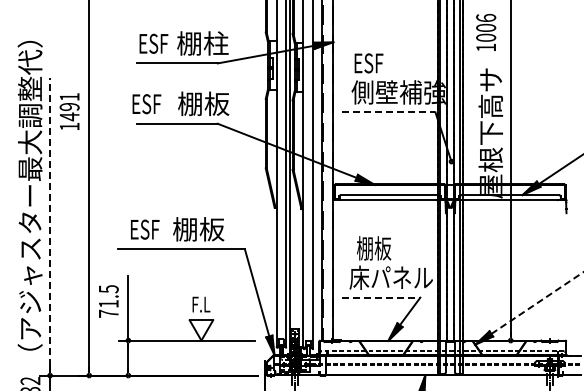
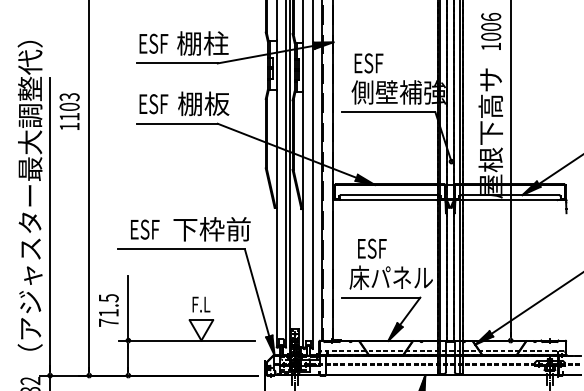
text at (486, 32) position: (486, 32) -> (491, 31)
text at (146, 104) position: (146, 104) -> (153, 104)
text at (69, 107): 1491 -> 1103
line at (388, 112): dashed -> solid
line at (50, 222): dashed -> solid
text at (211, 229): 棚板 -> 下枠前
text at (373, 248): 棚板 -> ESF
line at (381, 297): dashed -> solid
text at (108, 301) position: (108, 301) -> (108, 310)
line at (537, 302): dashed -> solid
